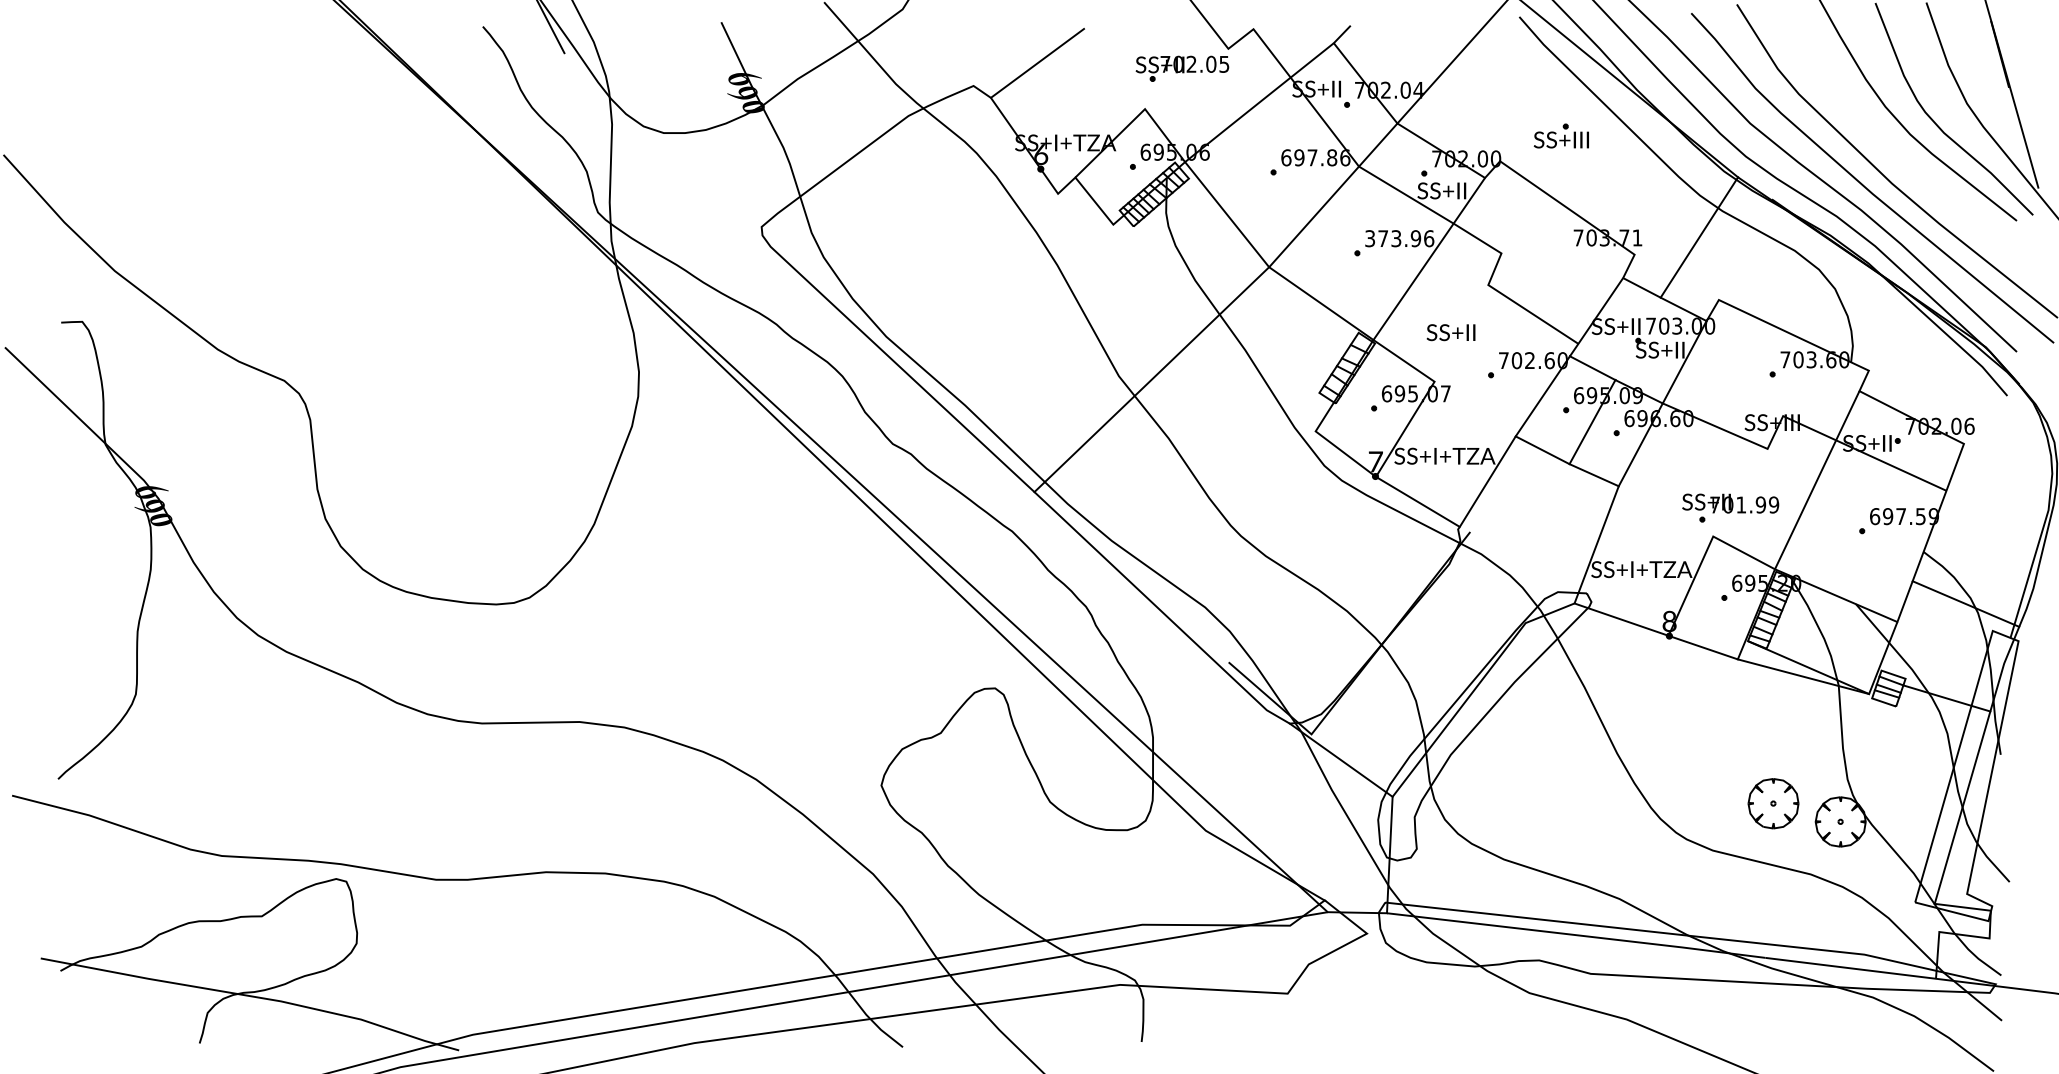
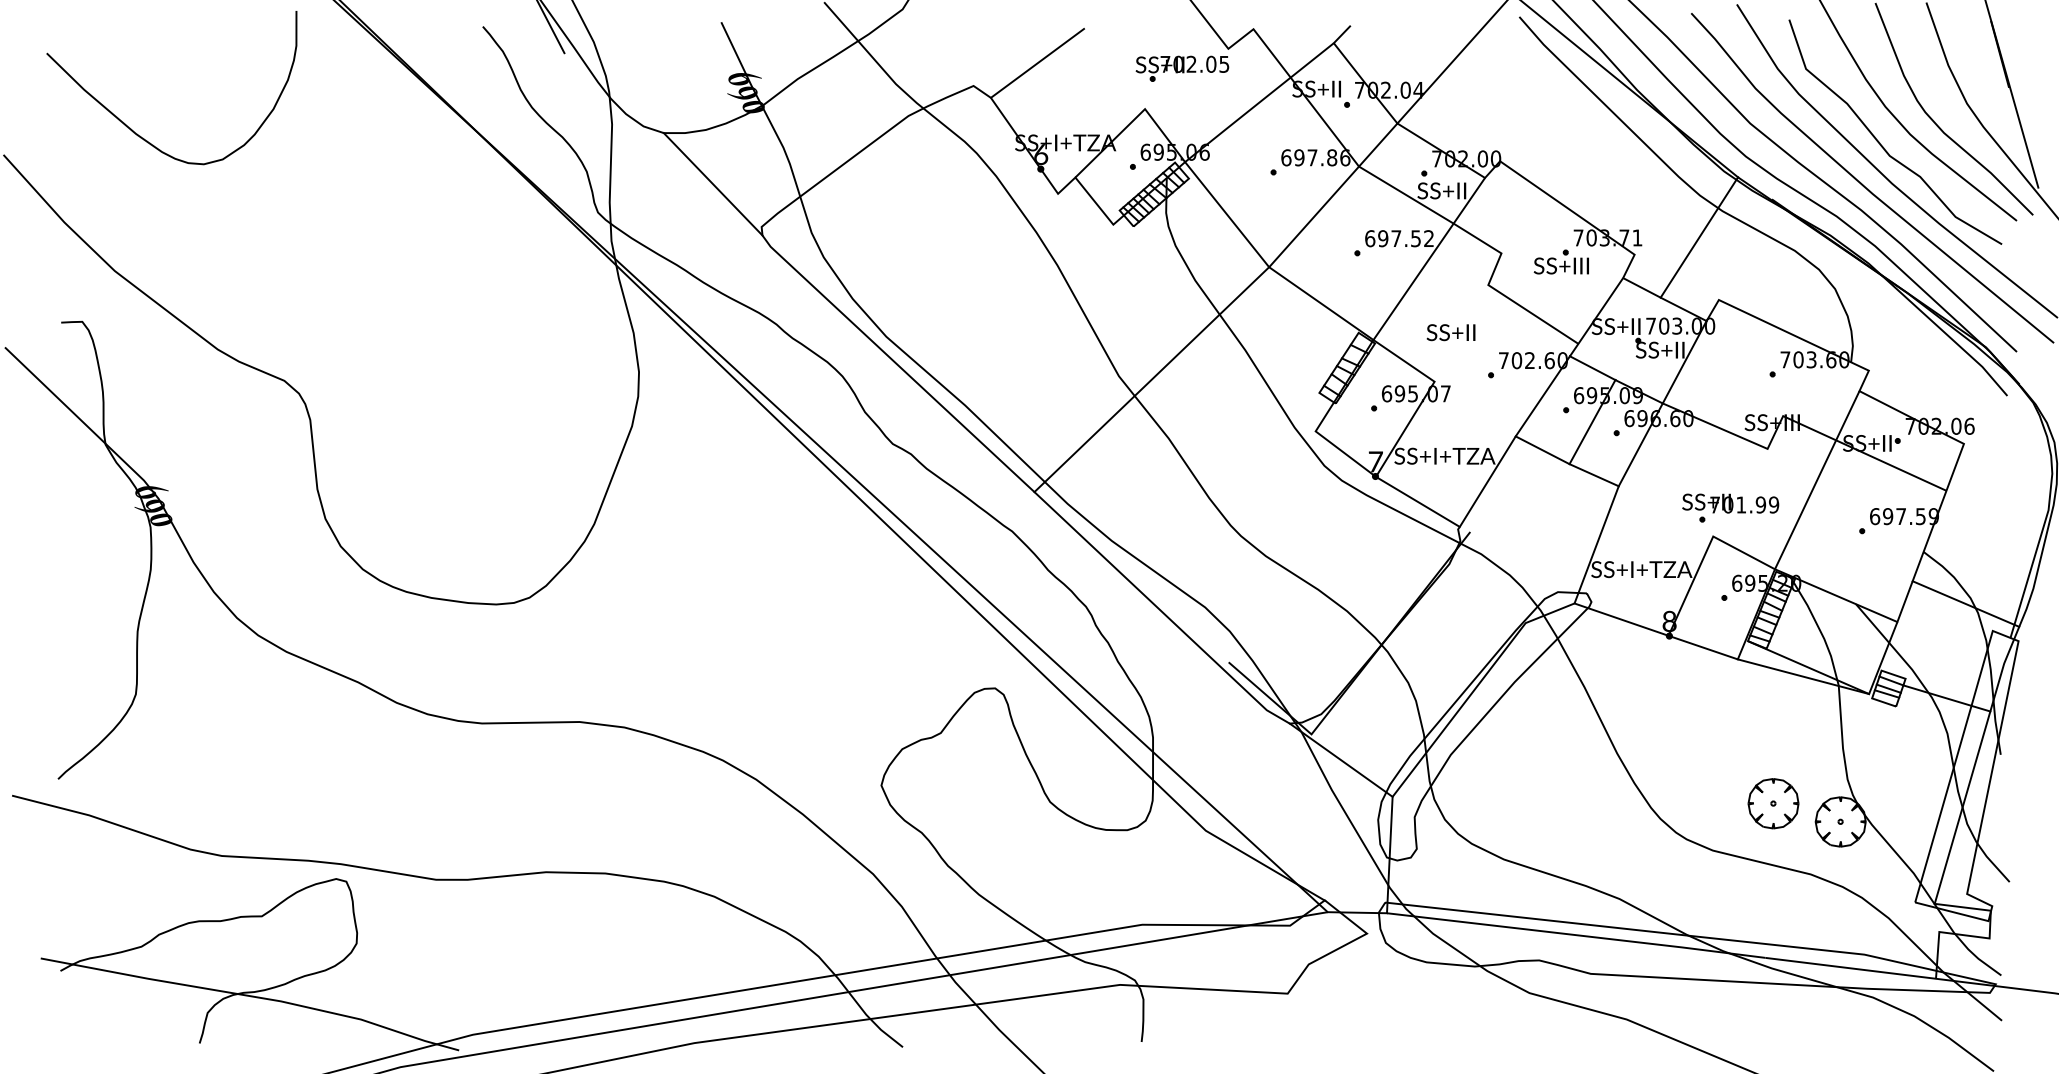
curve at (140, 135): none -> present
part at (1560, 135) position: (1560, 135) -> (1560, 261)
curve at (1880, 142): none -> present
line at (712, 184): none -> present
text at (1399, 238): 373.96 -> 697.52
